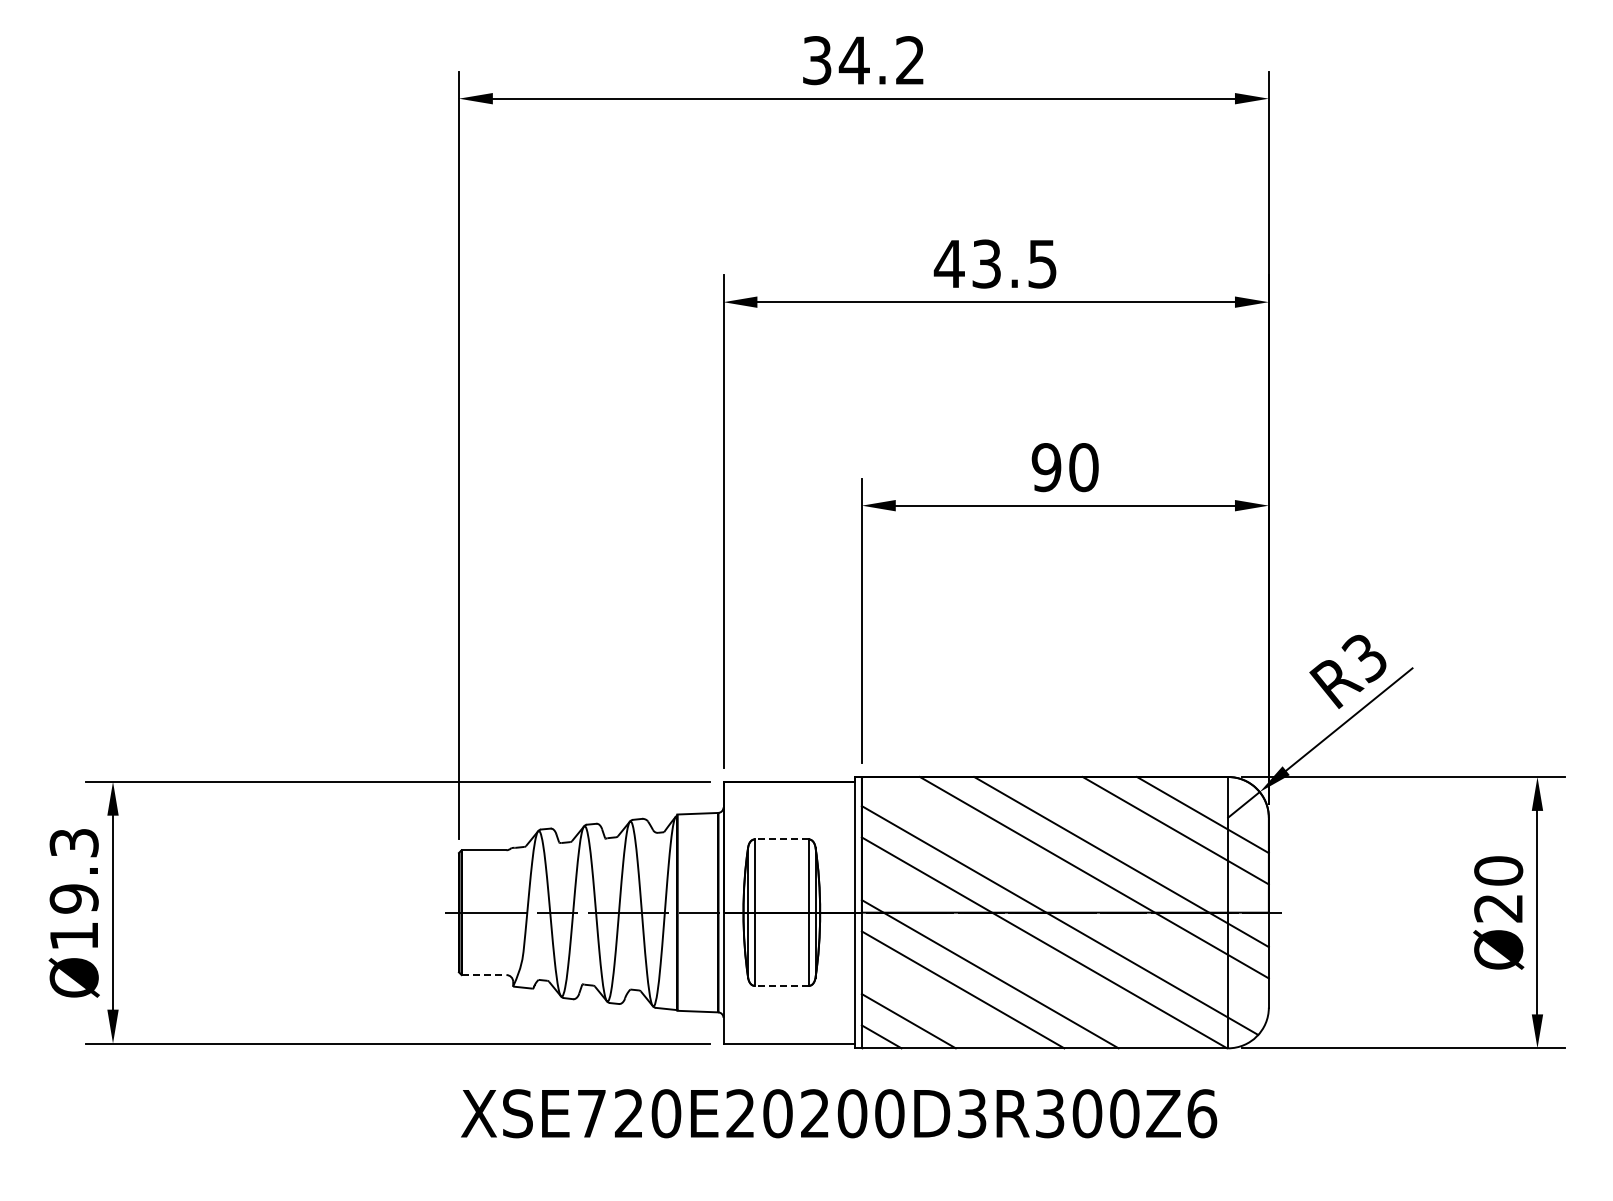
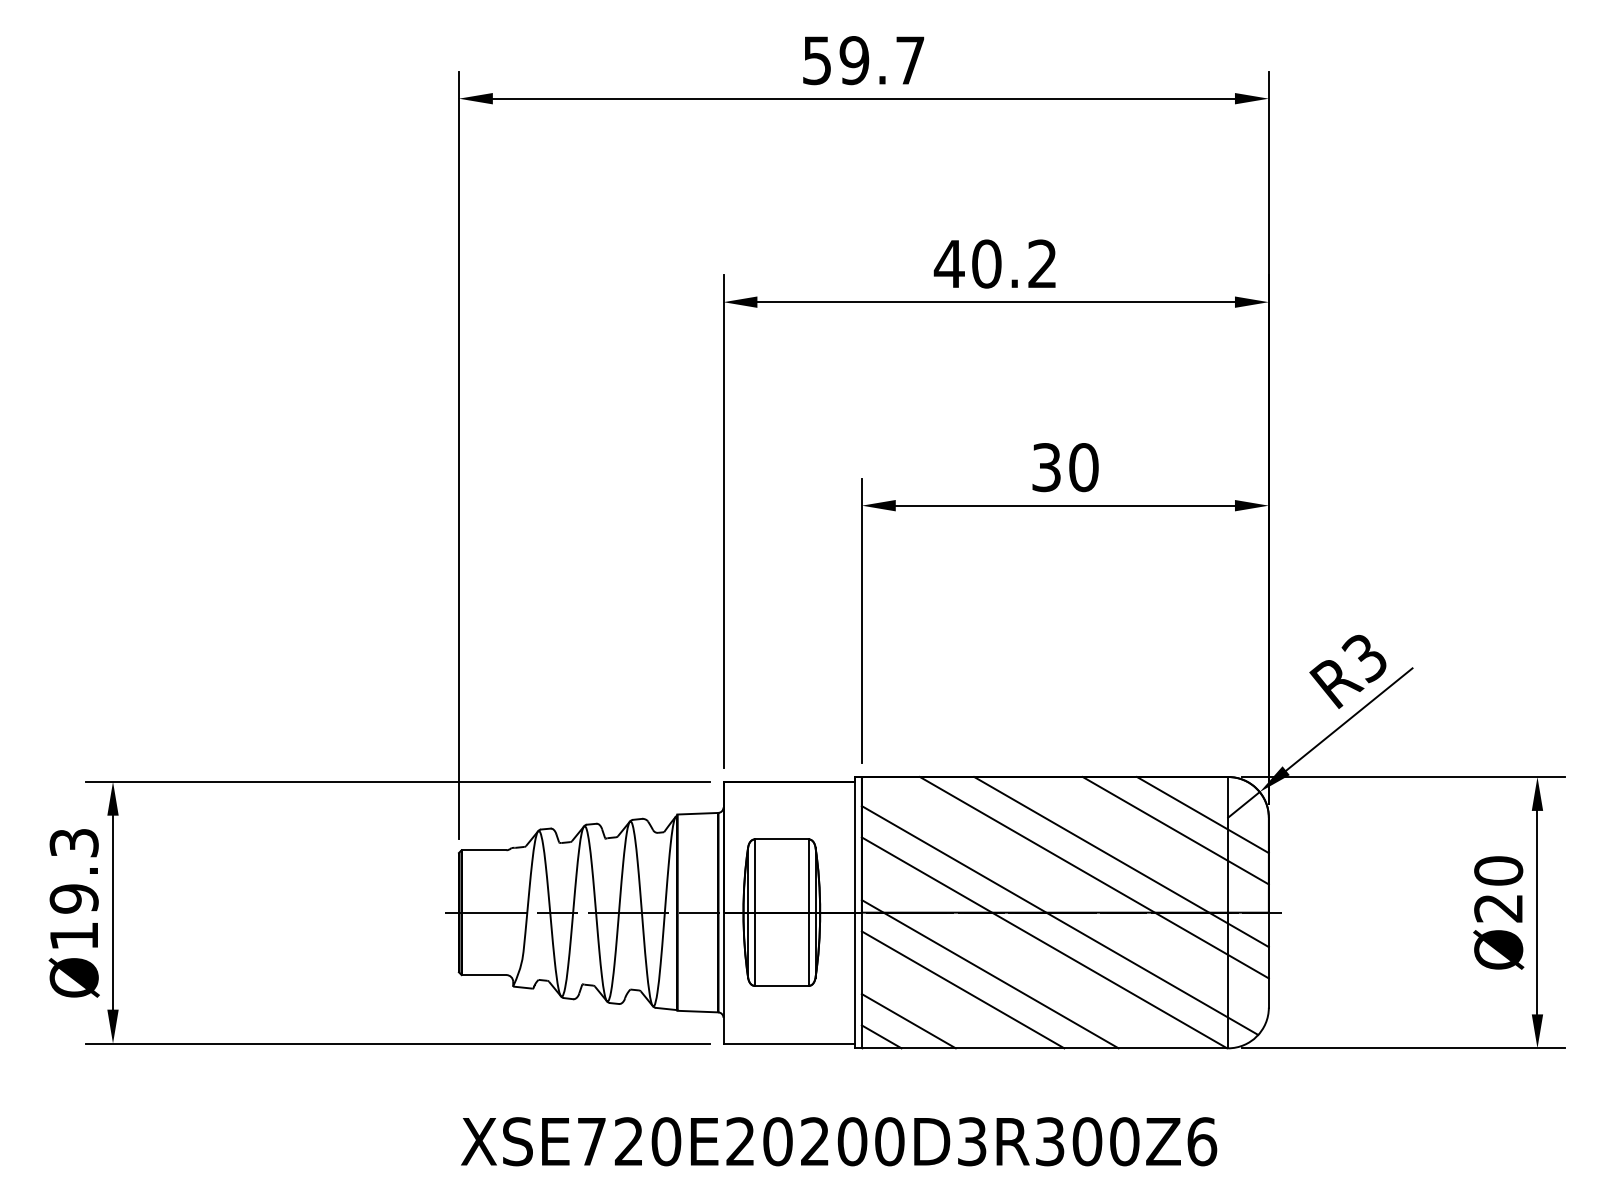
text at (863, 60): 34.2 -> 59.7
text at (1014, 263): 43.5 -> 40.2
text at (1046, 467): 90 -> 30
line at (781, 839): dashed -> solid
line at (484, 975): dashed -> solid
line at (781, 985): dashed -> solid
text at (839, 1113) position: (839, 1113) -> (839, 1141)
